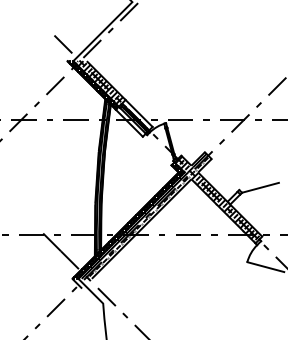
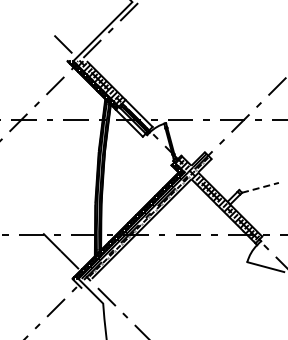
line at (260, 187): solid -> dashed
